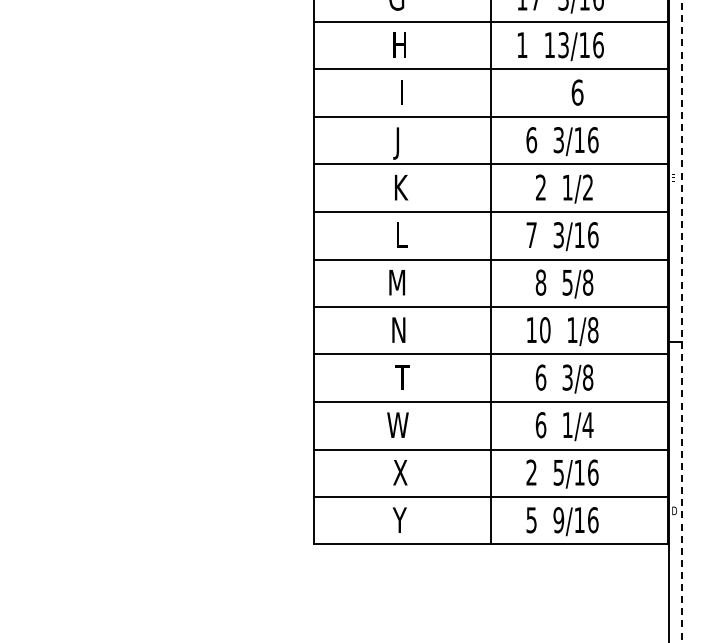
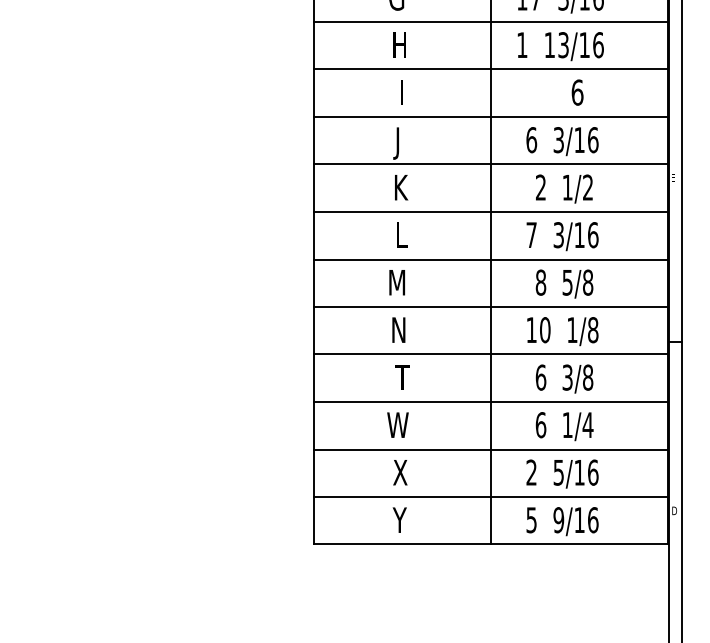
line at (681, 321): dashed -> solid
